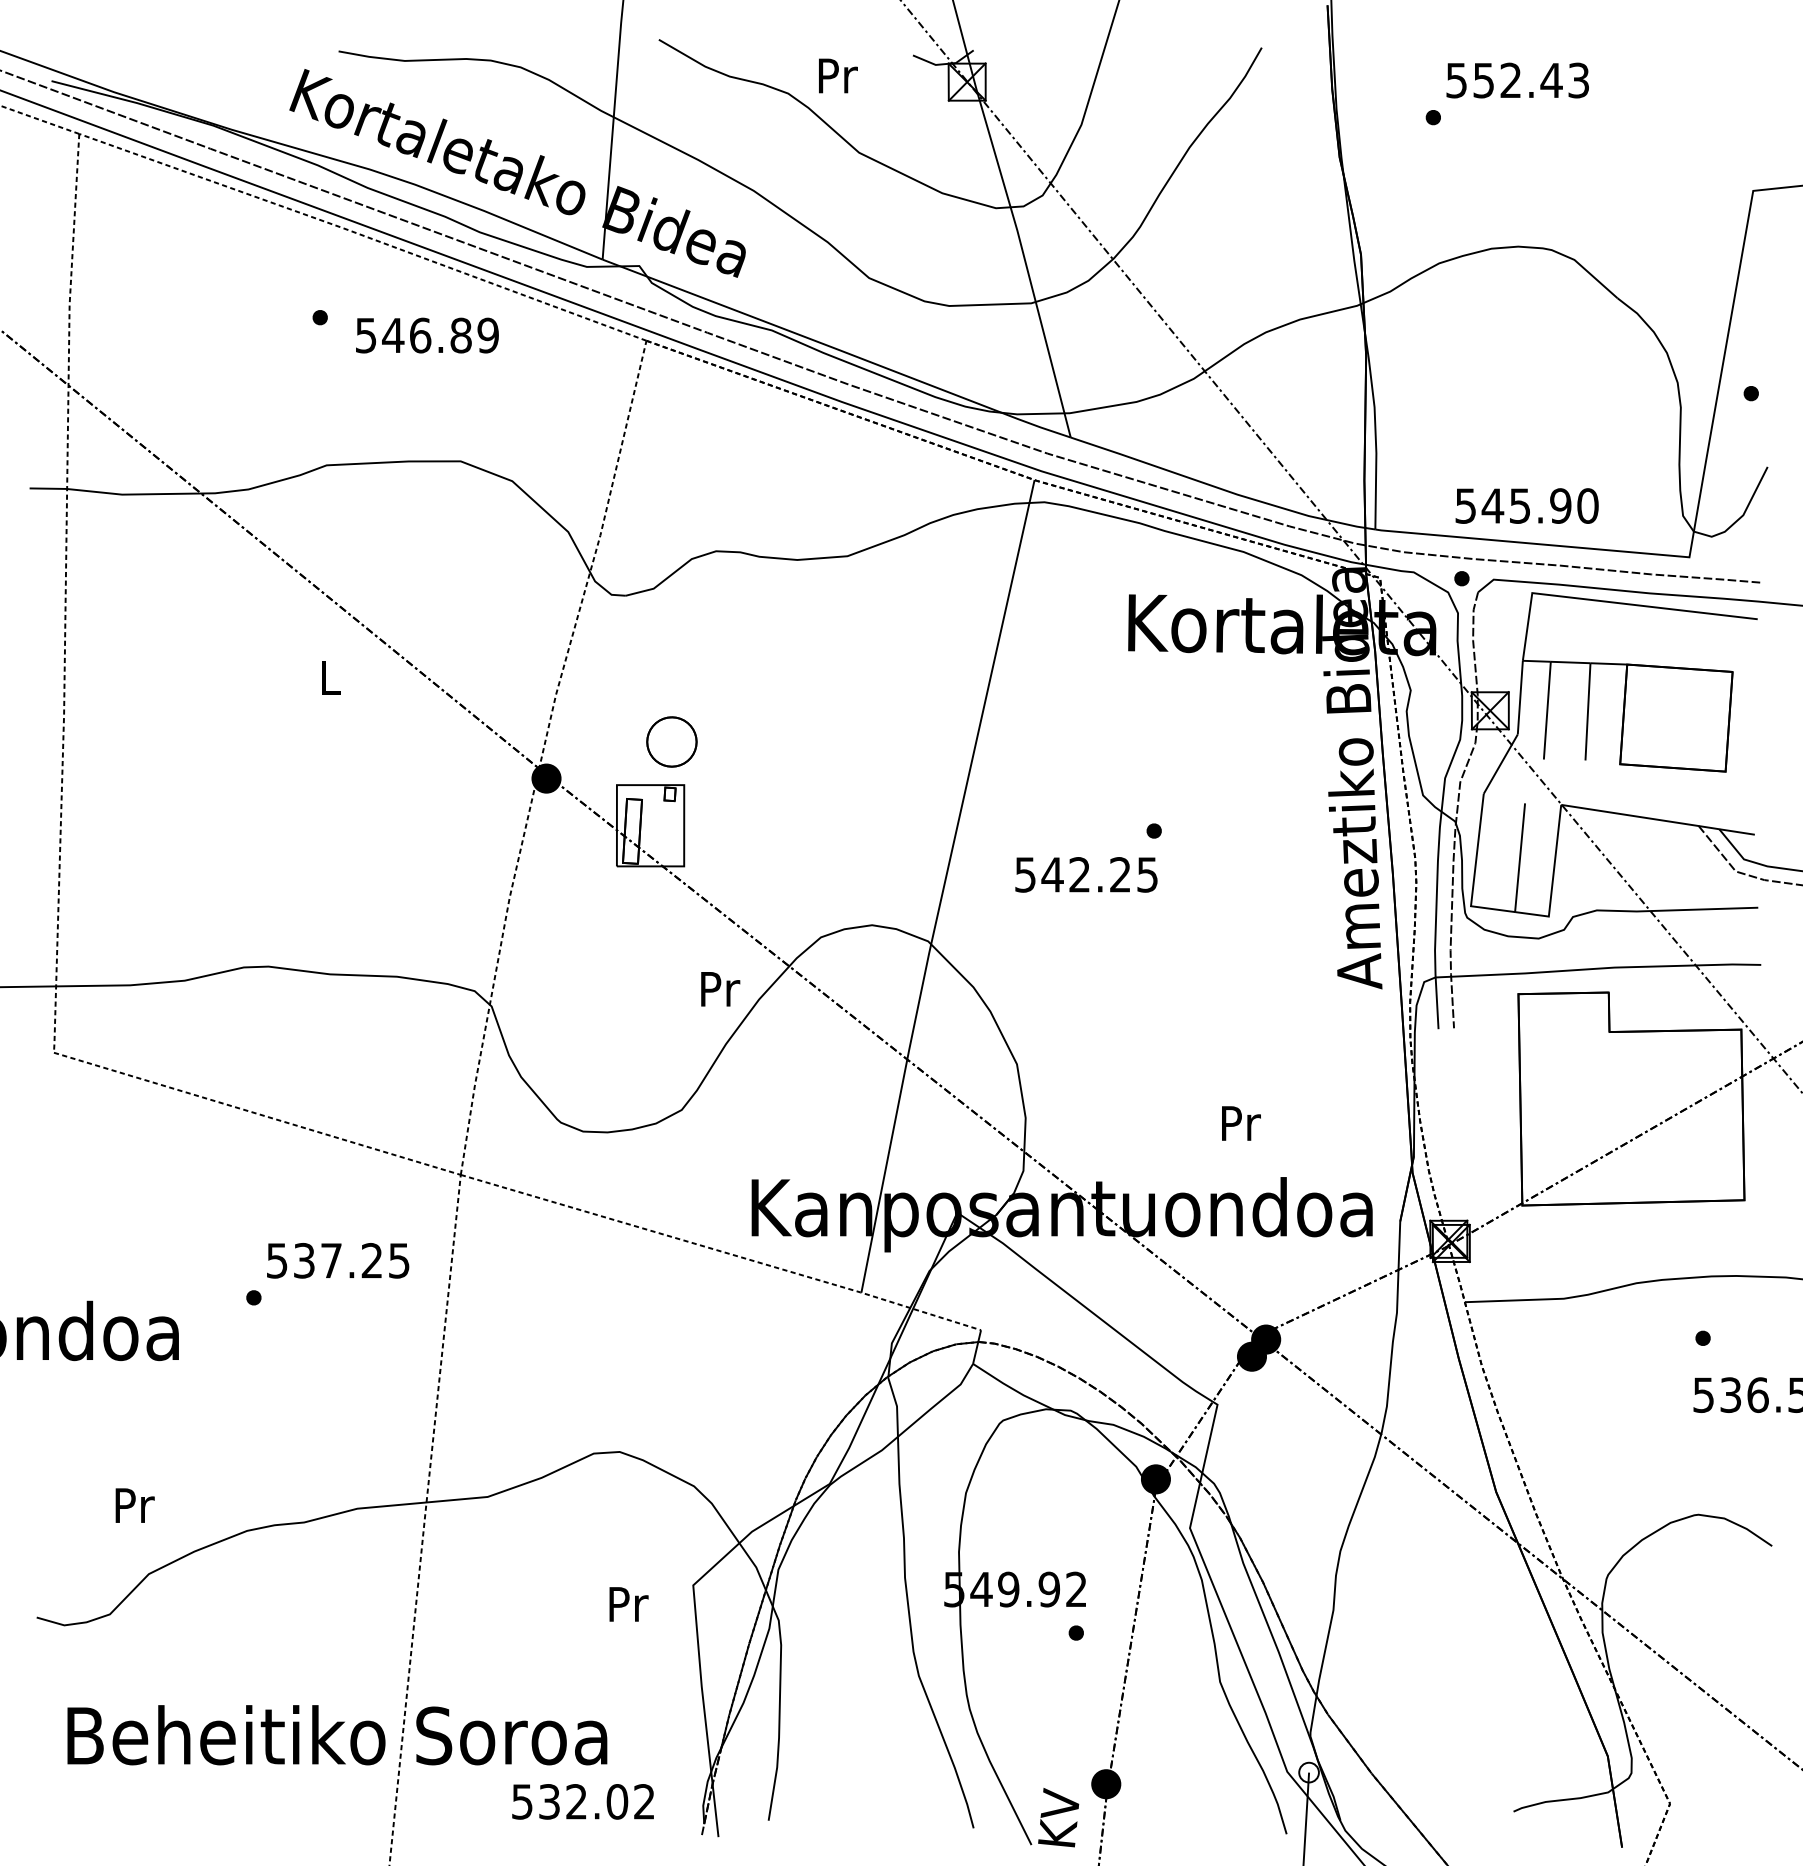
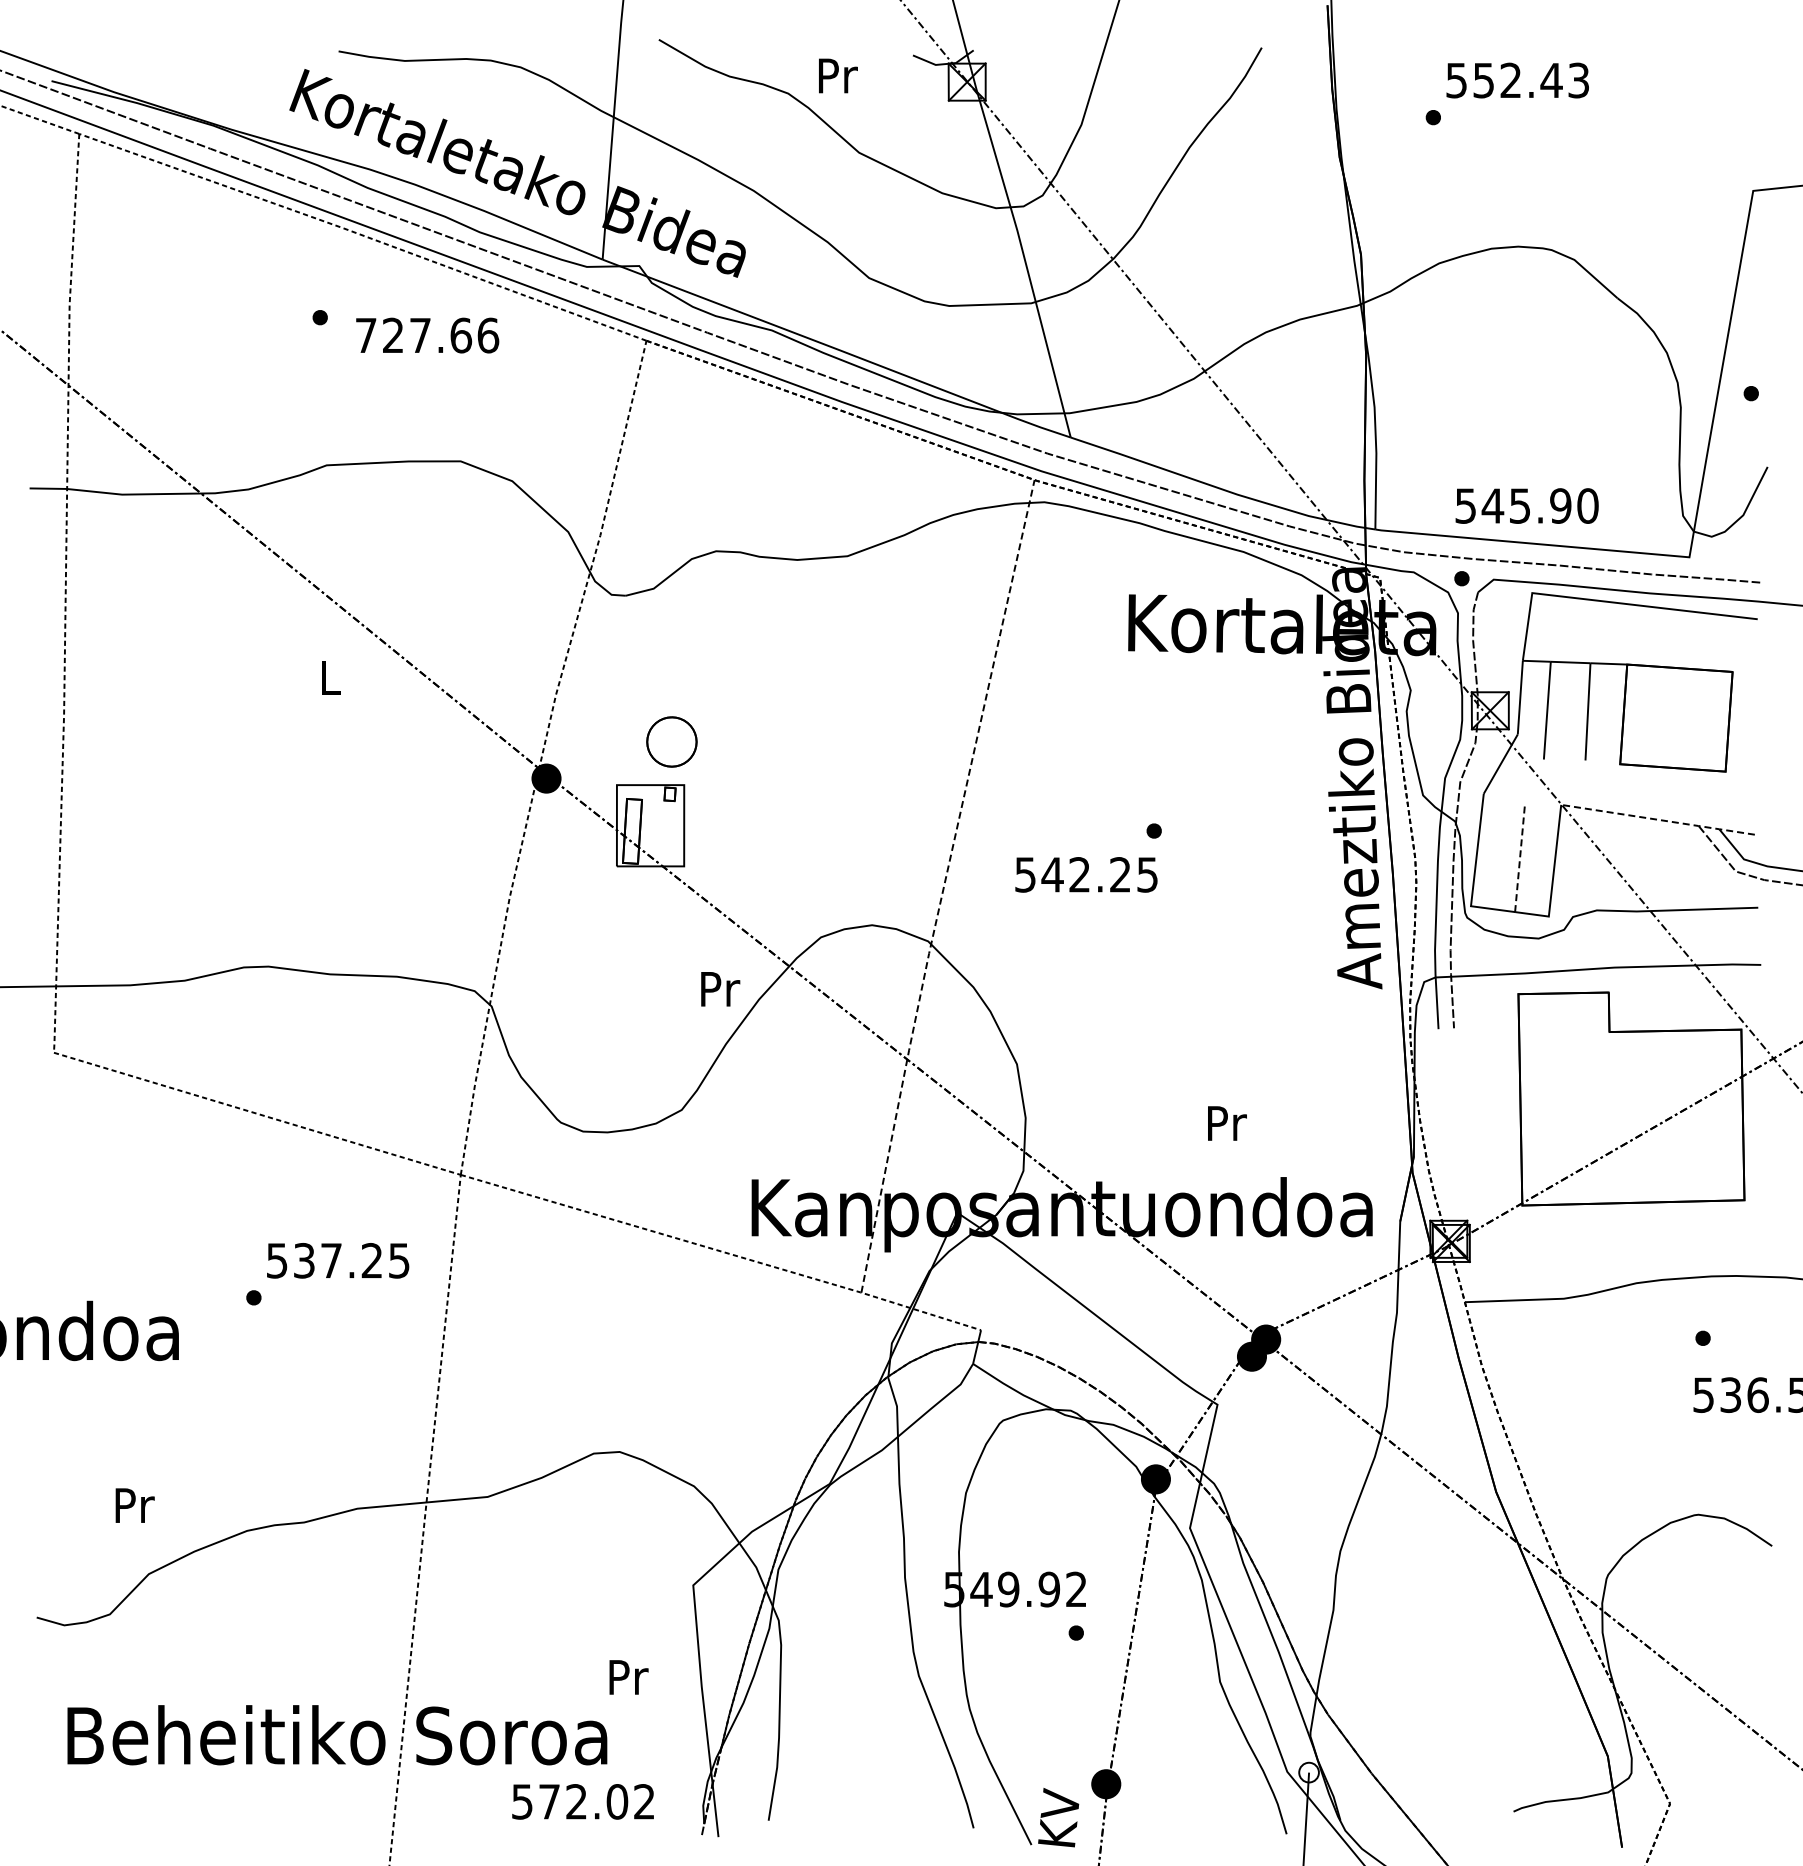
text at (427, 335): 546.89 -> 727.66
line at (1658, 819): solid -> dashed
line at (1520, 857): solid -> dashed
line at (943, 887): solid -> dashed
text at (1241, 1123) position: (1241, 1123) -> (1227, 1123)
text at (628, 1604) position: (628, 1604) -> (628, 1677)
text at (549, 1801): 532.02 -> 572.02
